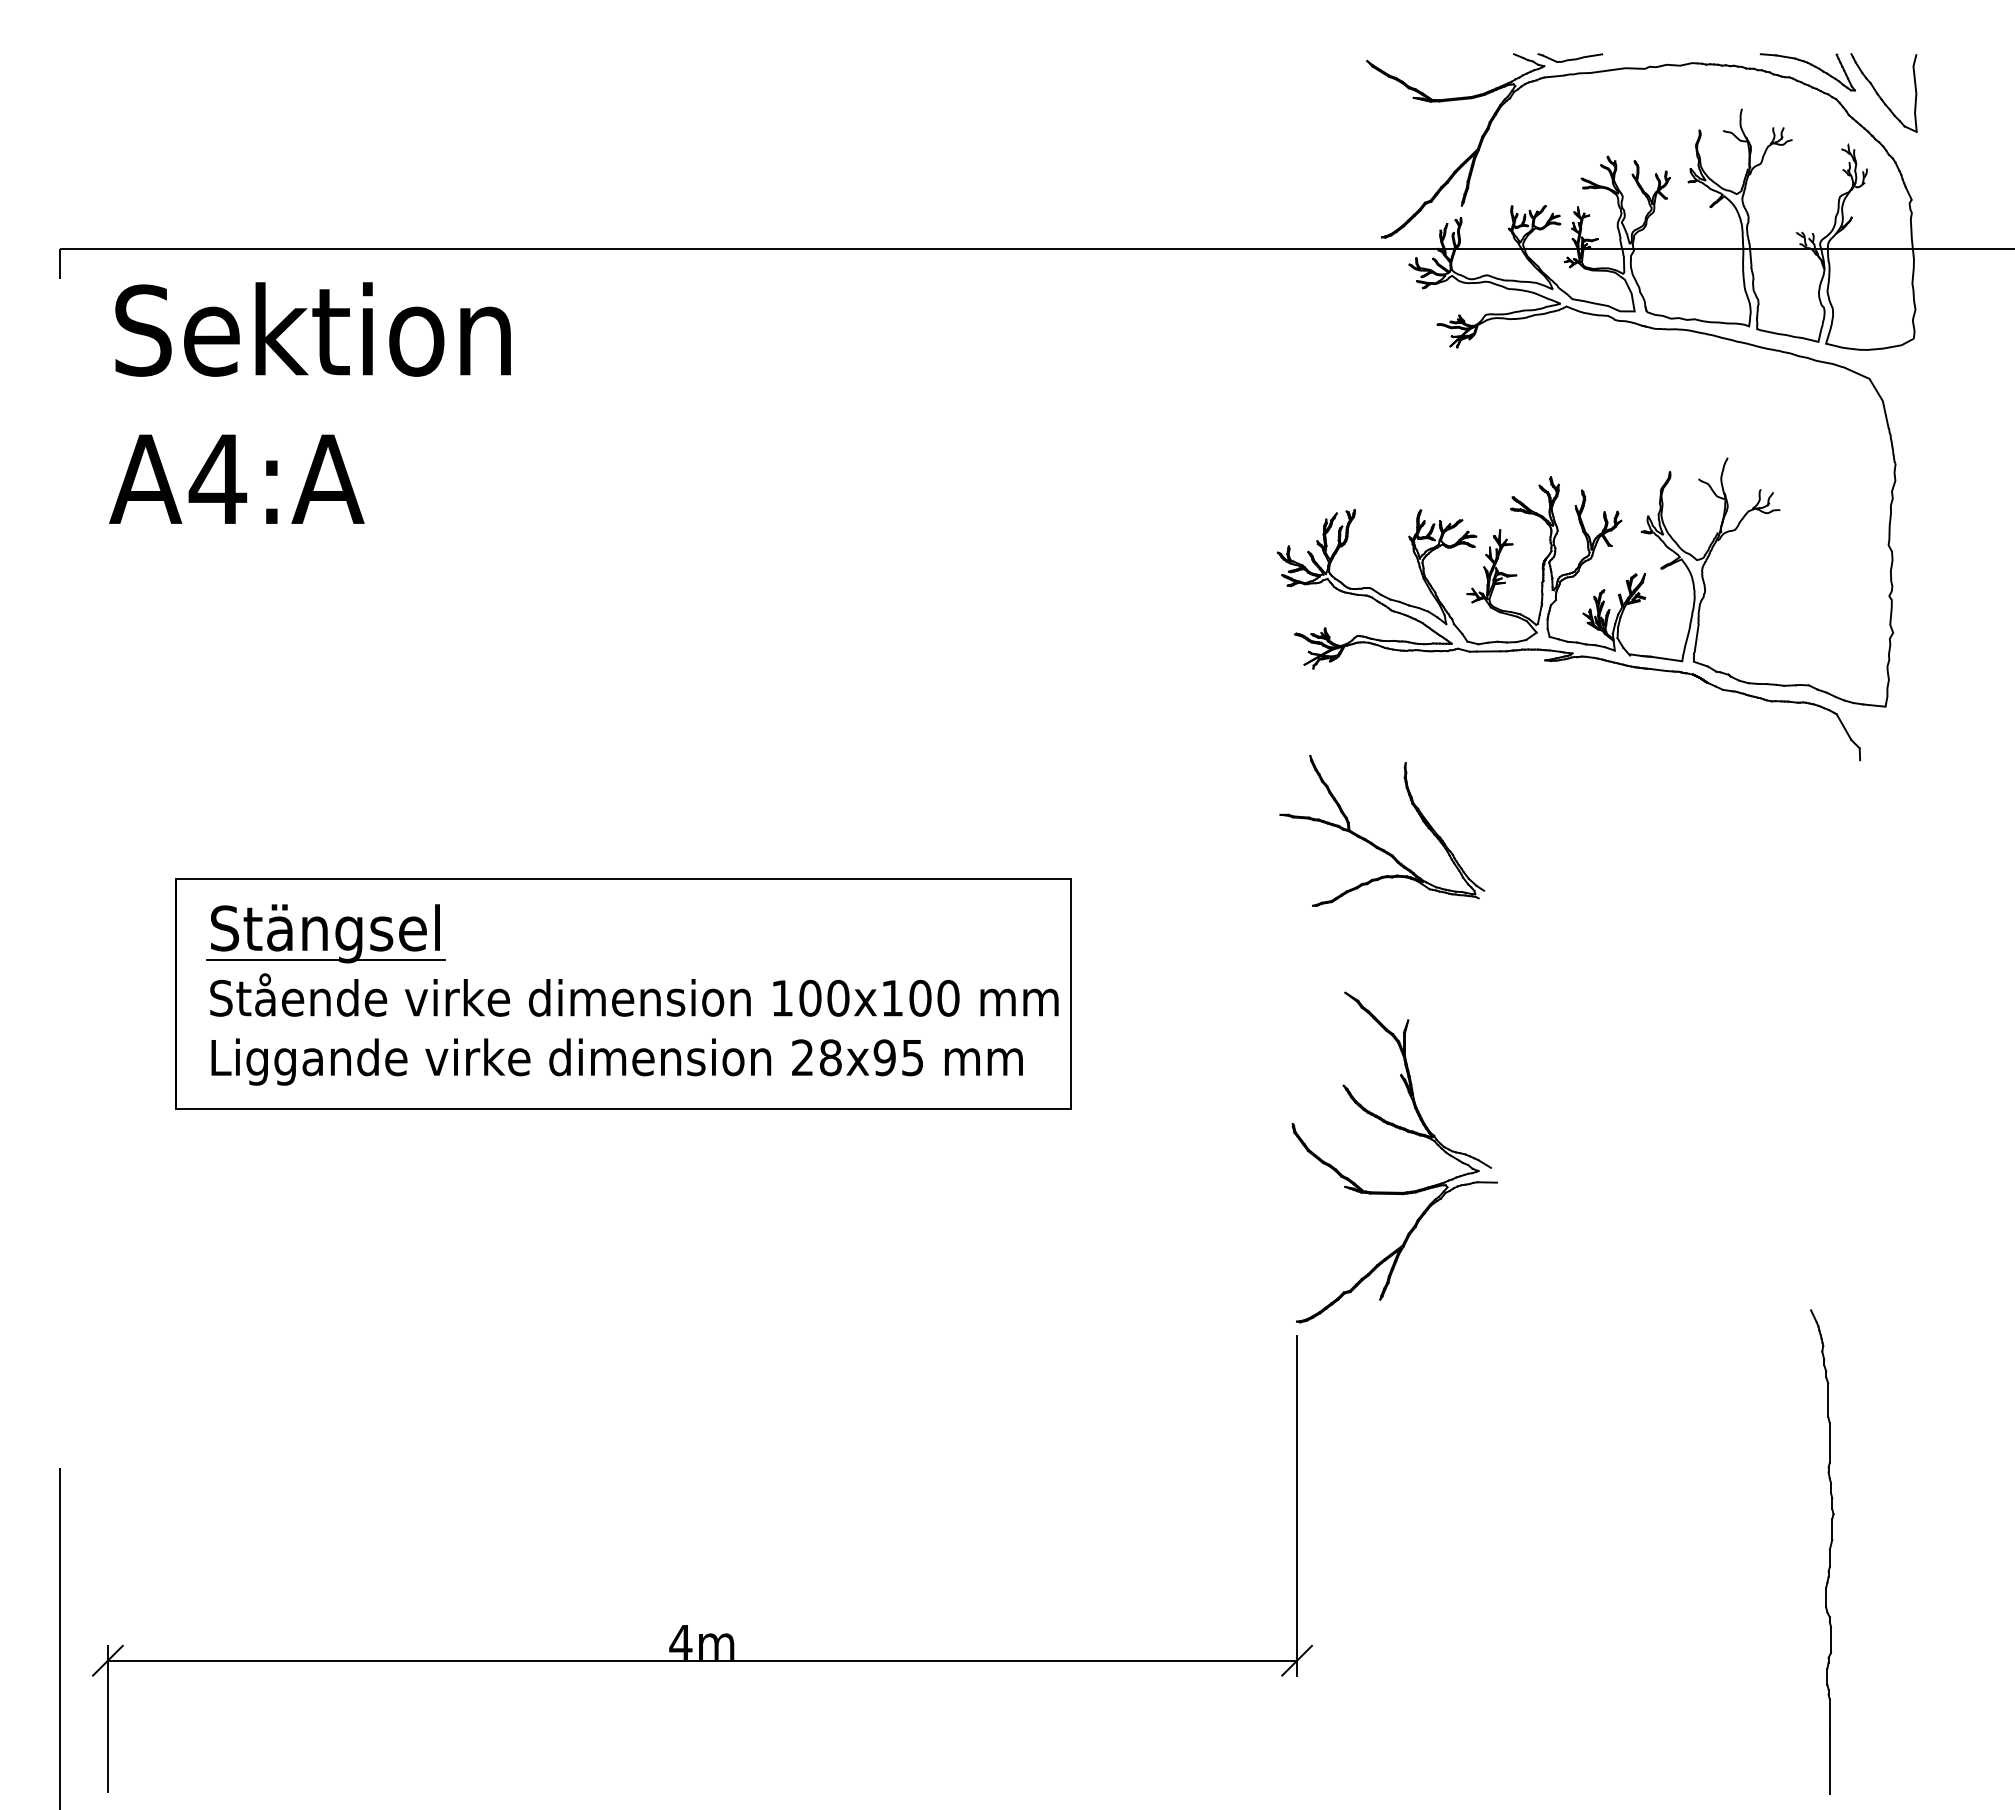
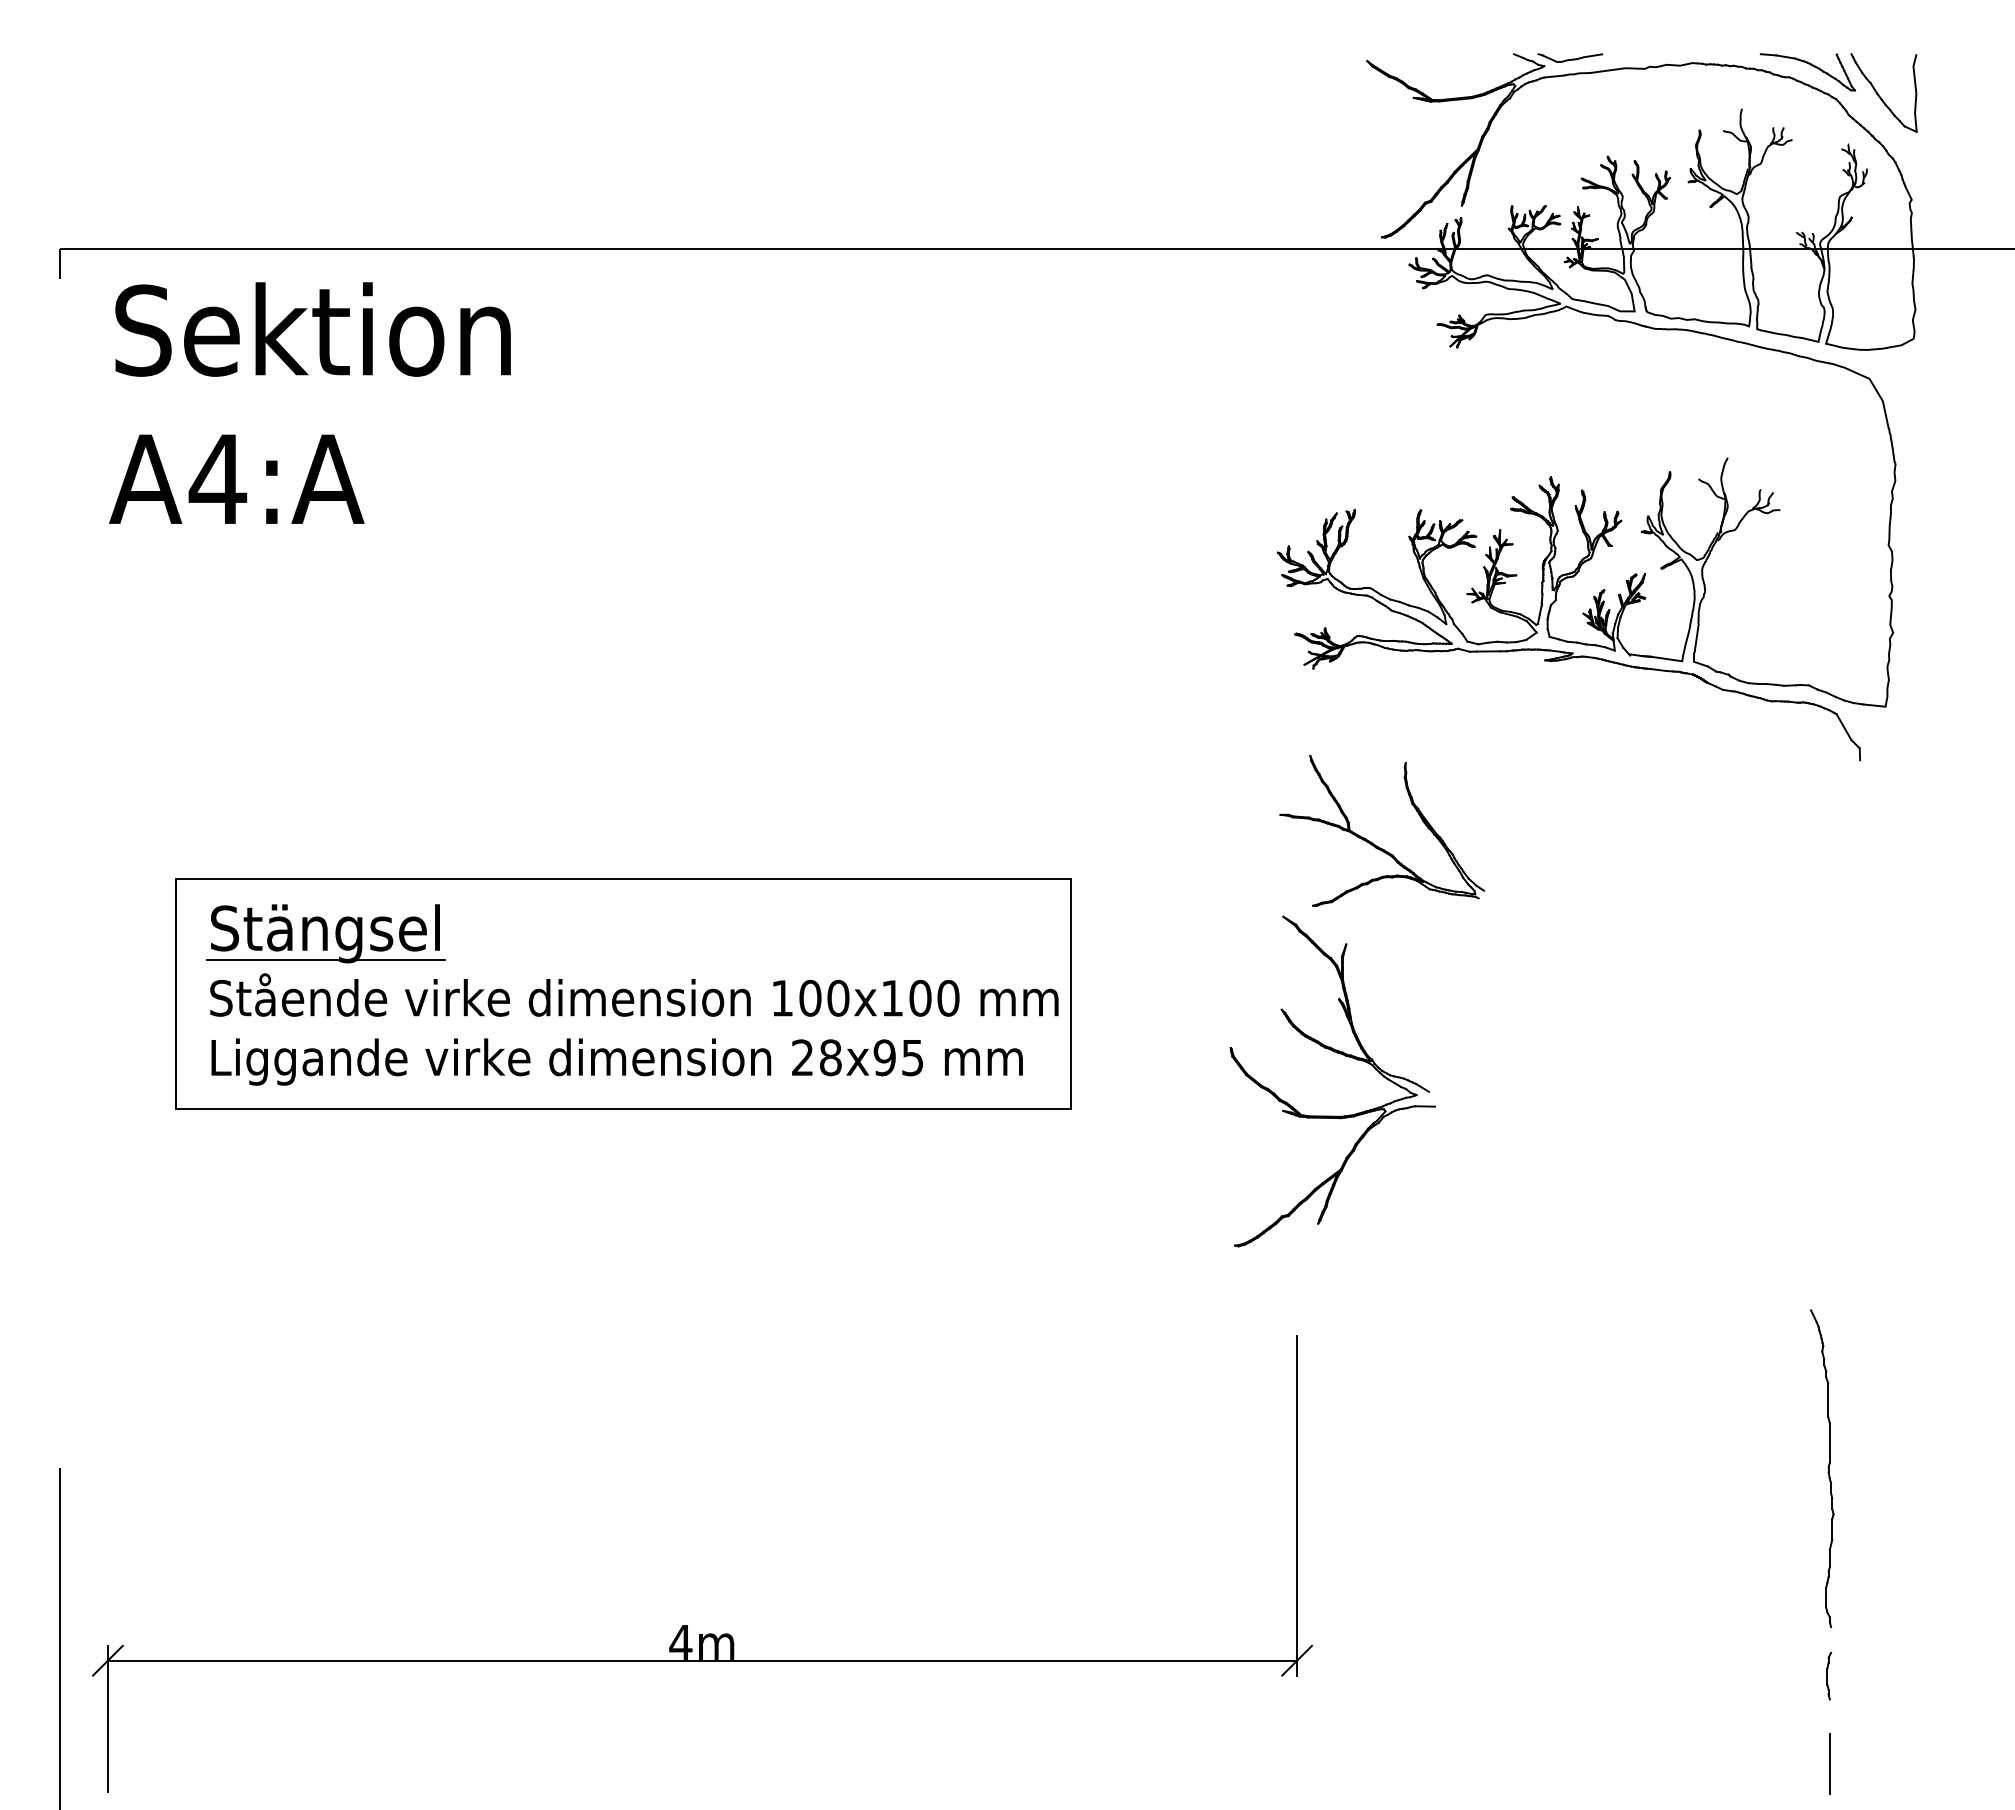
part at (1402, 1130) position: (1402, 1130) -> (1340, 1054)
line at (1831, 1639): present -> none
line at (1829, 1716): present -> none
